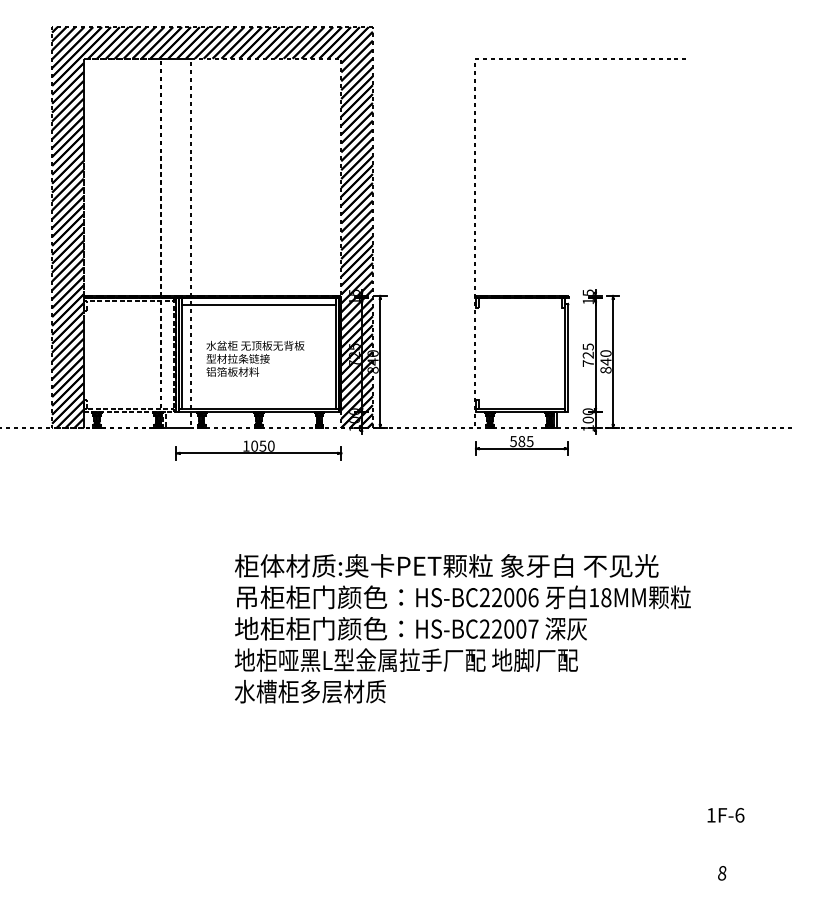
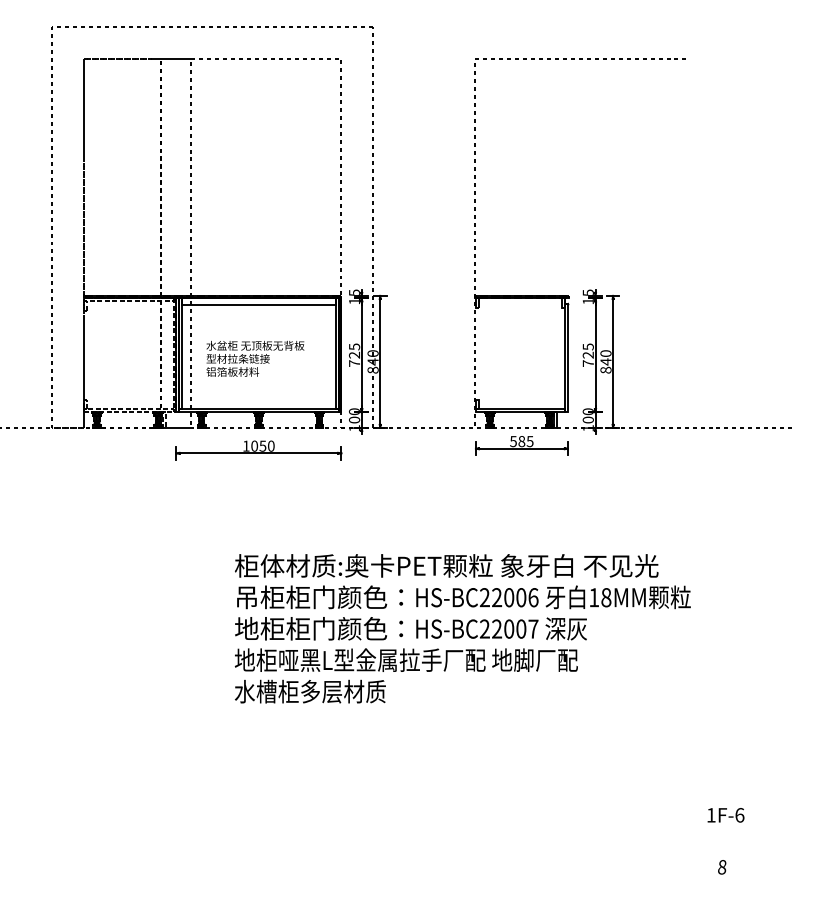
hatch at (212, 227): present -> none
text at (722, 873) position: (722, 873) -> (722, 867)
